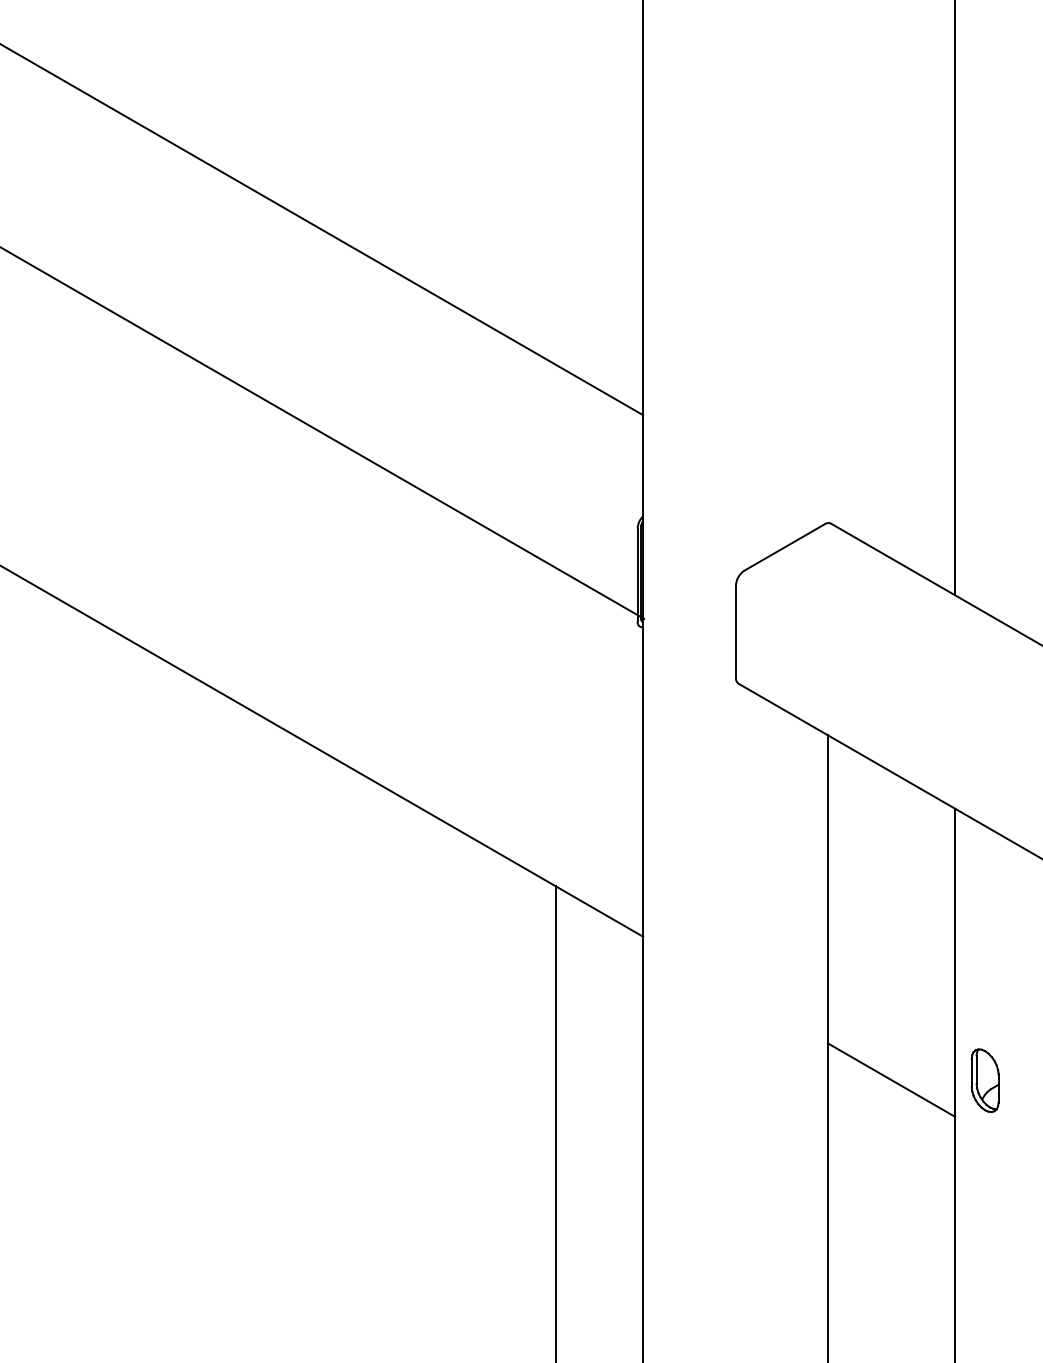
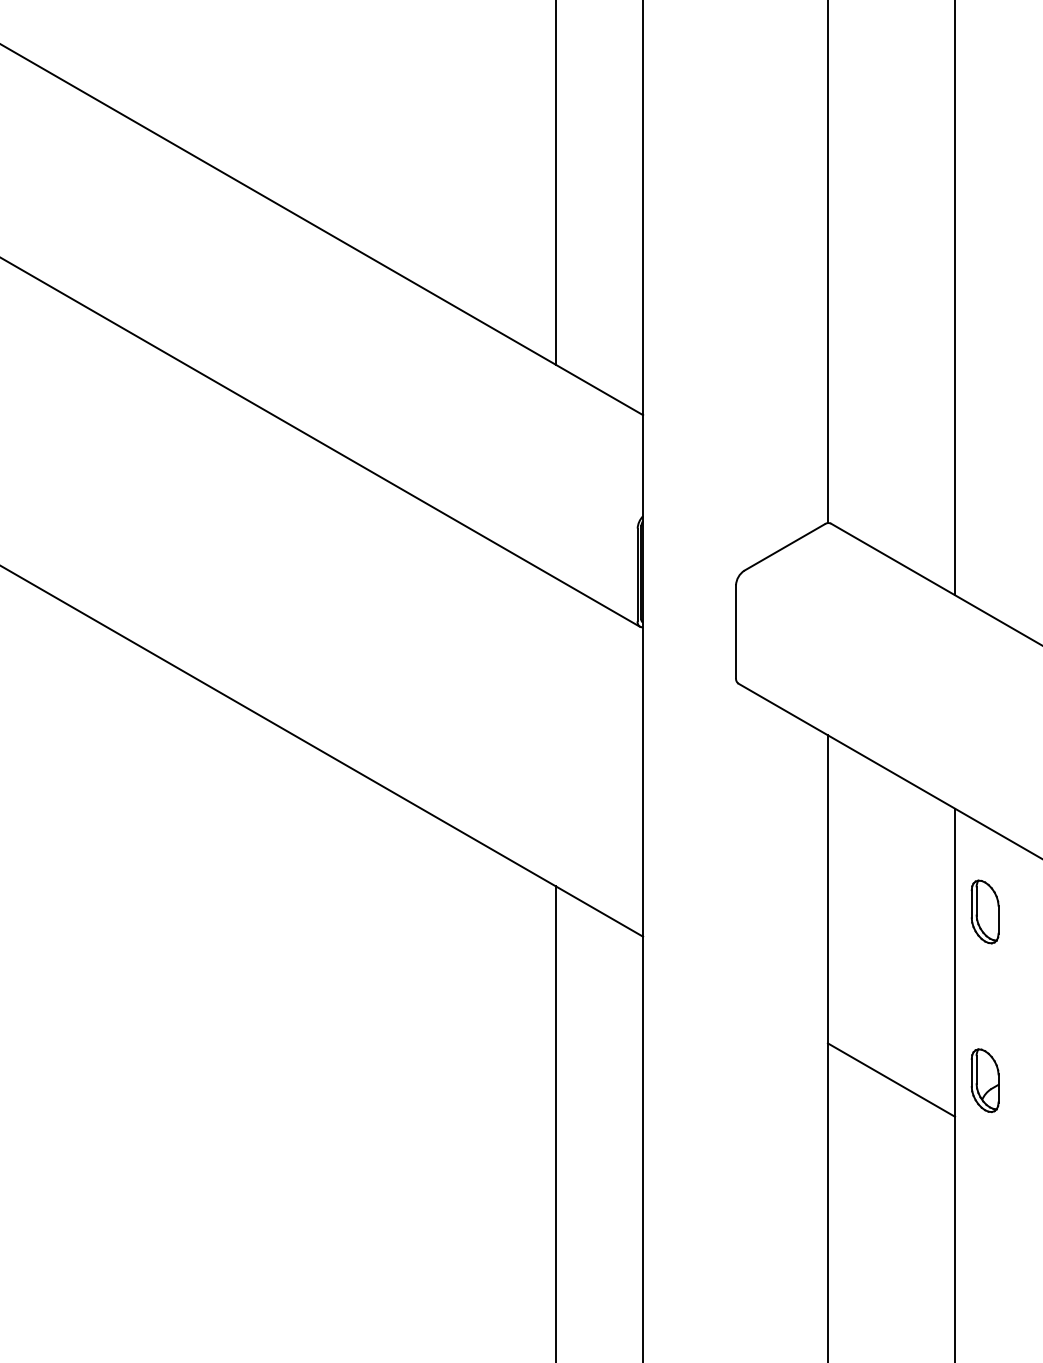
line at (556, 183): none -> present
line at (827, 262): none -> present
line at (323, 433) position: (323, 433) -> (321, 442)
part at (984, 911): none -> present
